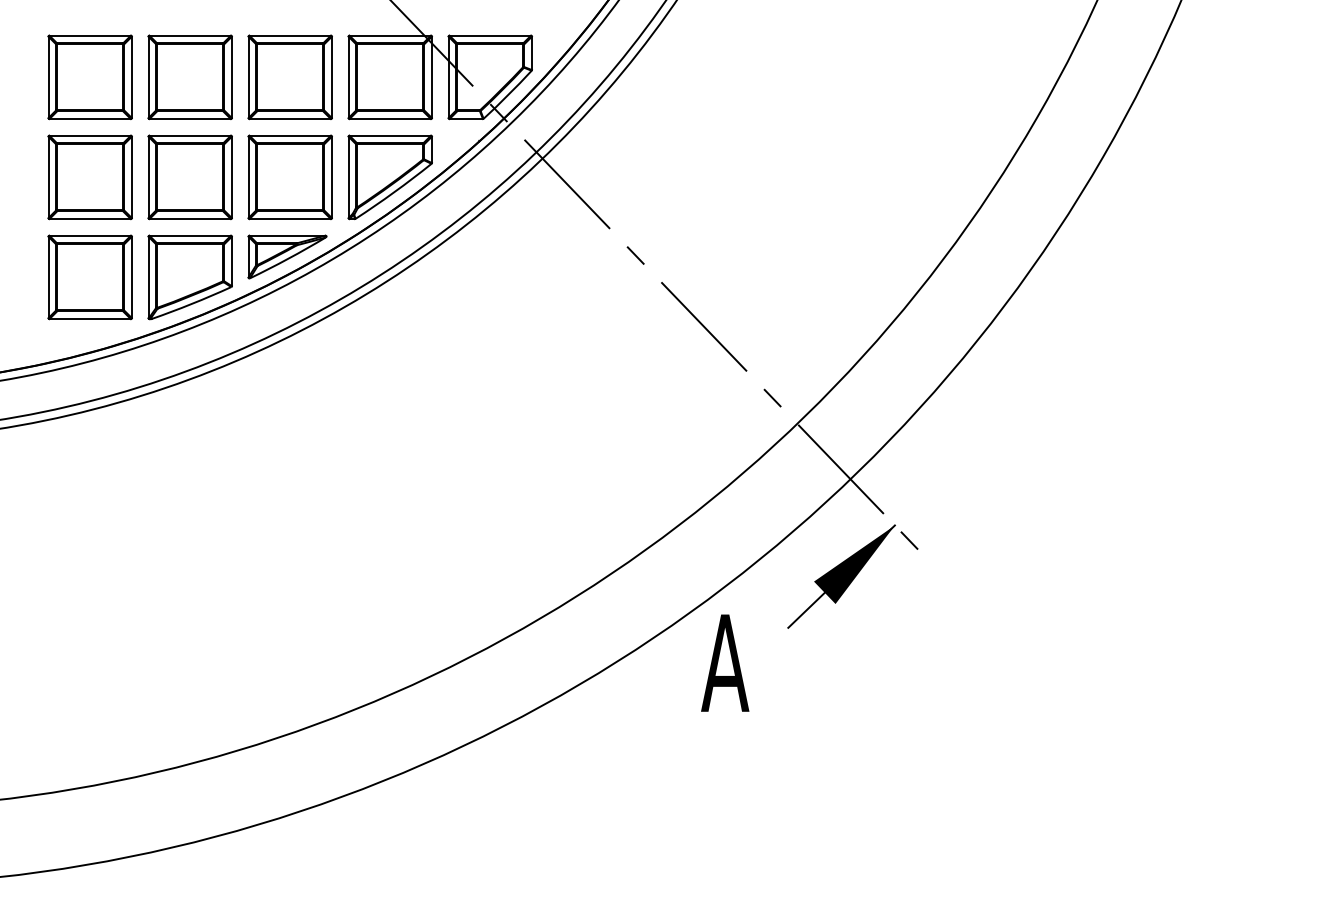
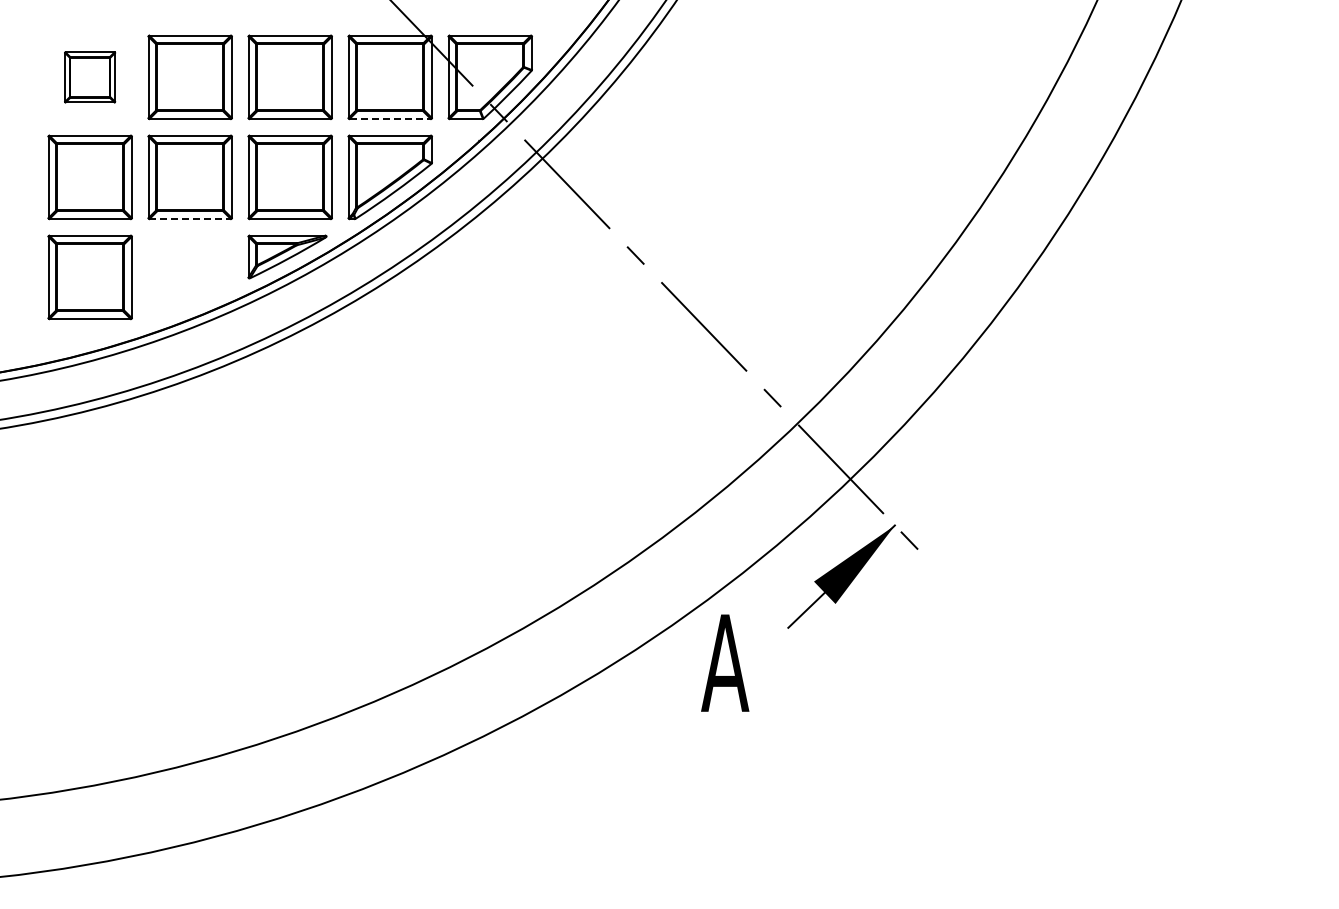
part at (89, 77) size: 86x87 px -> 53x53 px
line at (390, 119): solid -> dashed
line at (190, 219): solid -> dashed
part at (189, 277): present -> none
